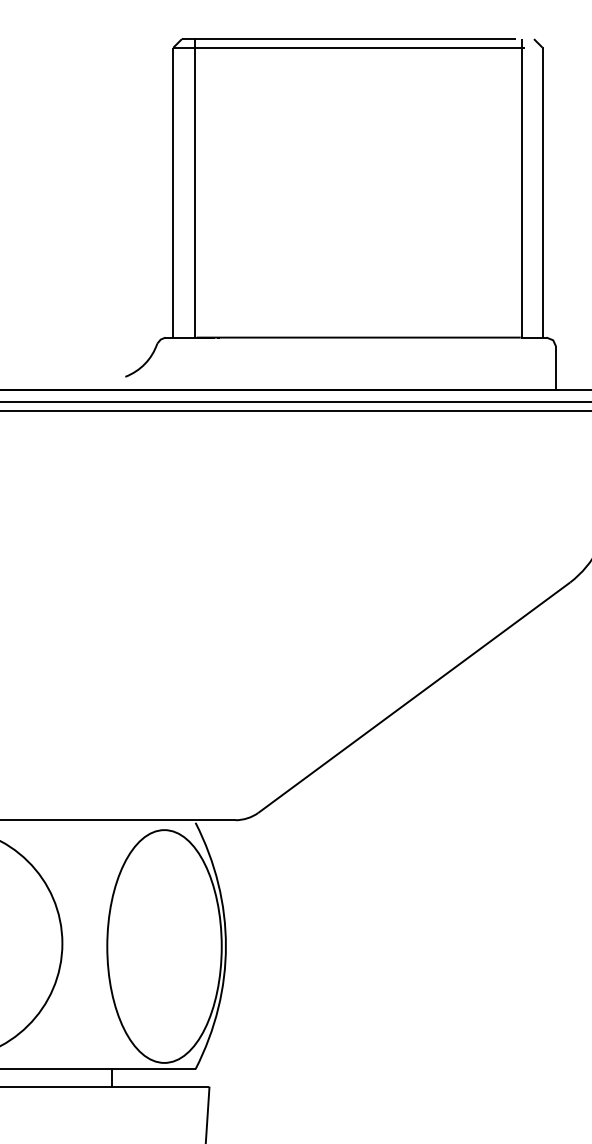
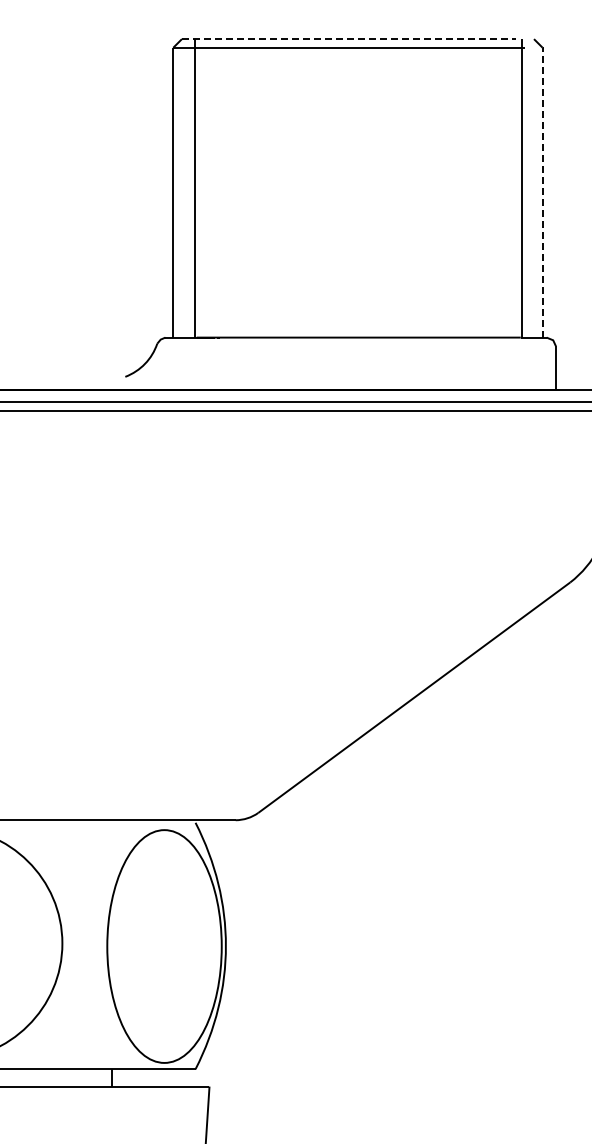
line at (348, 39): solid -> dashed
line at (542, 192): solid -> dashed
